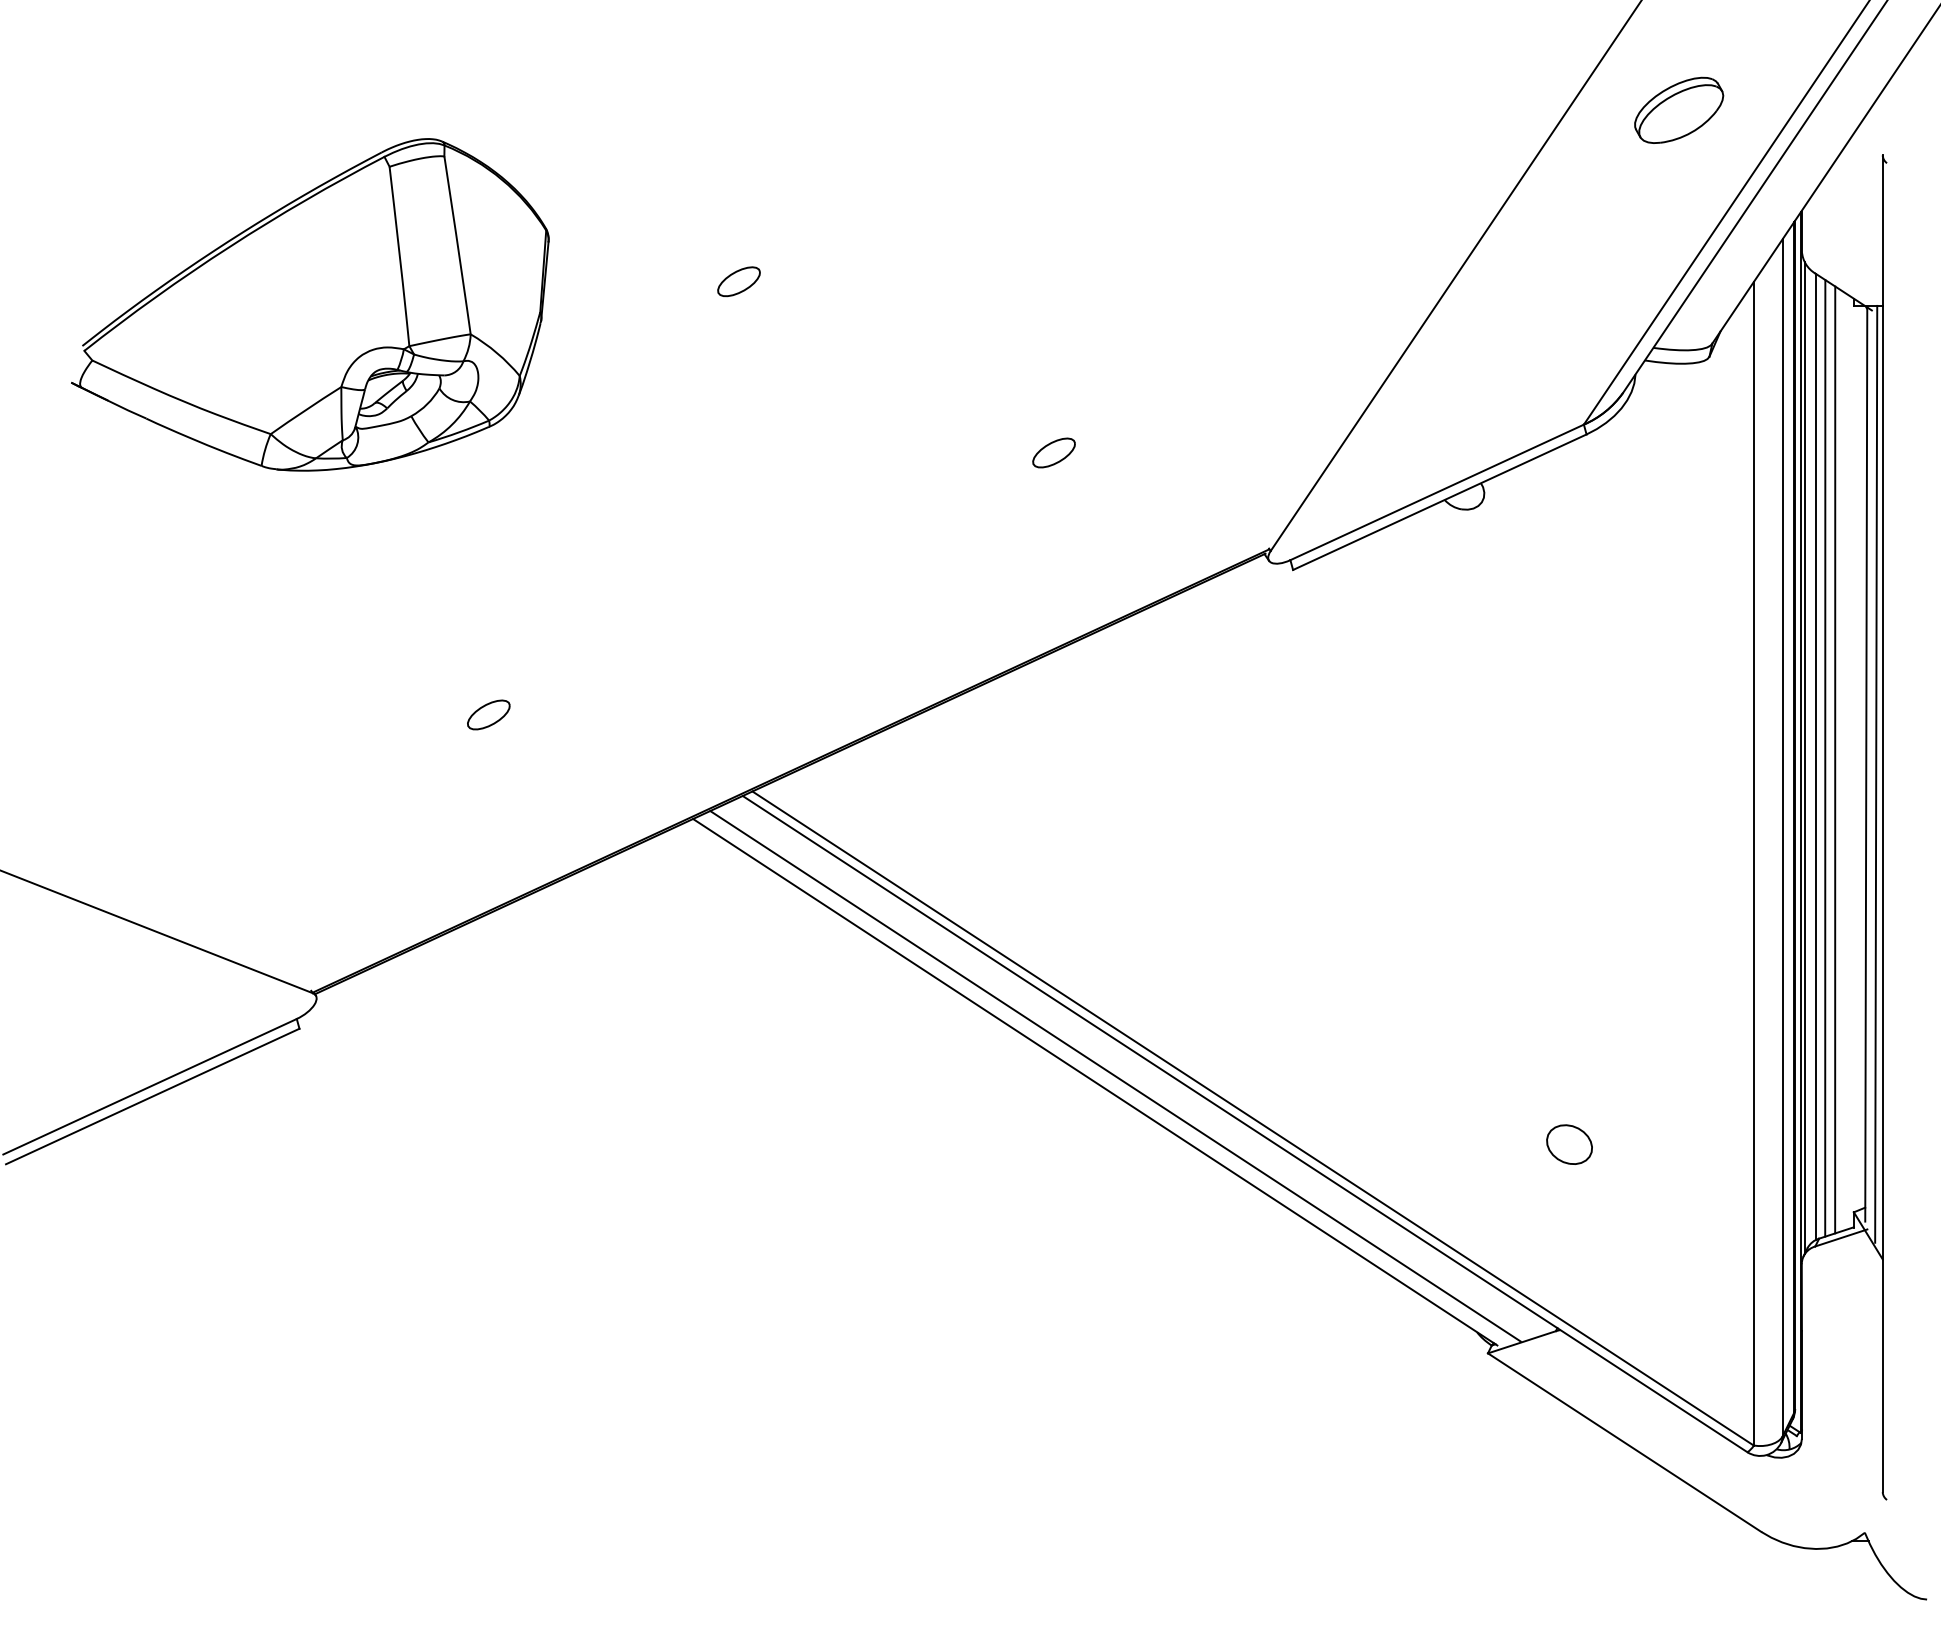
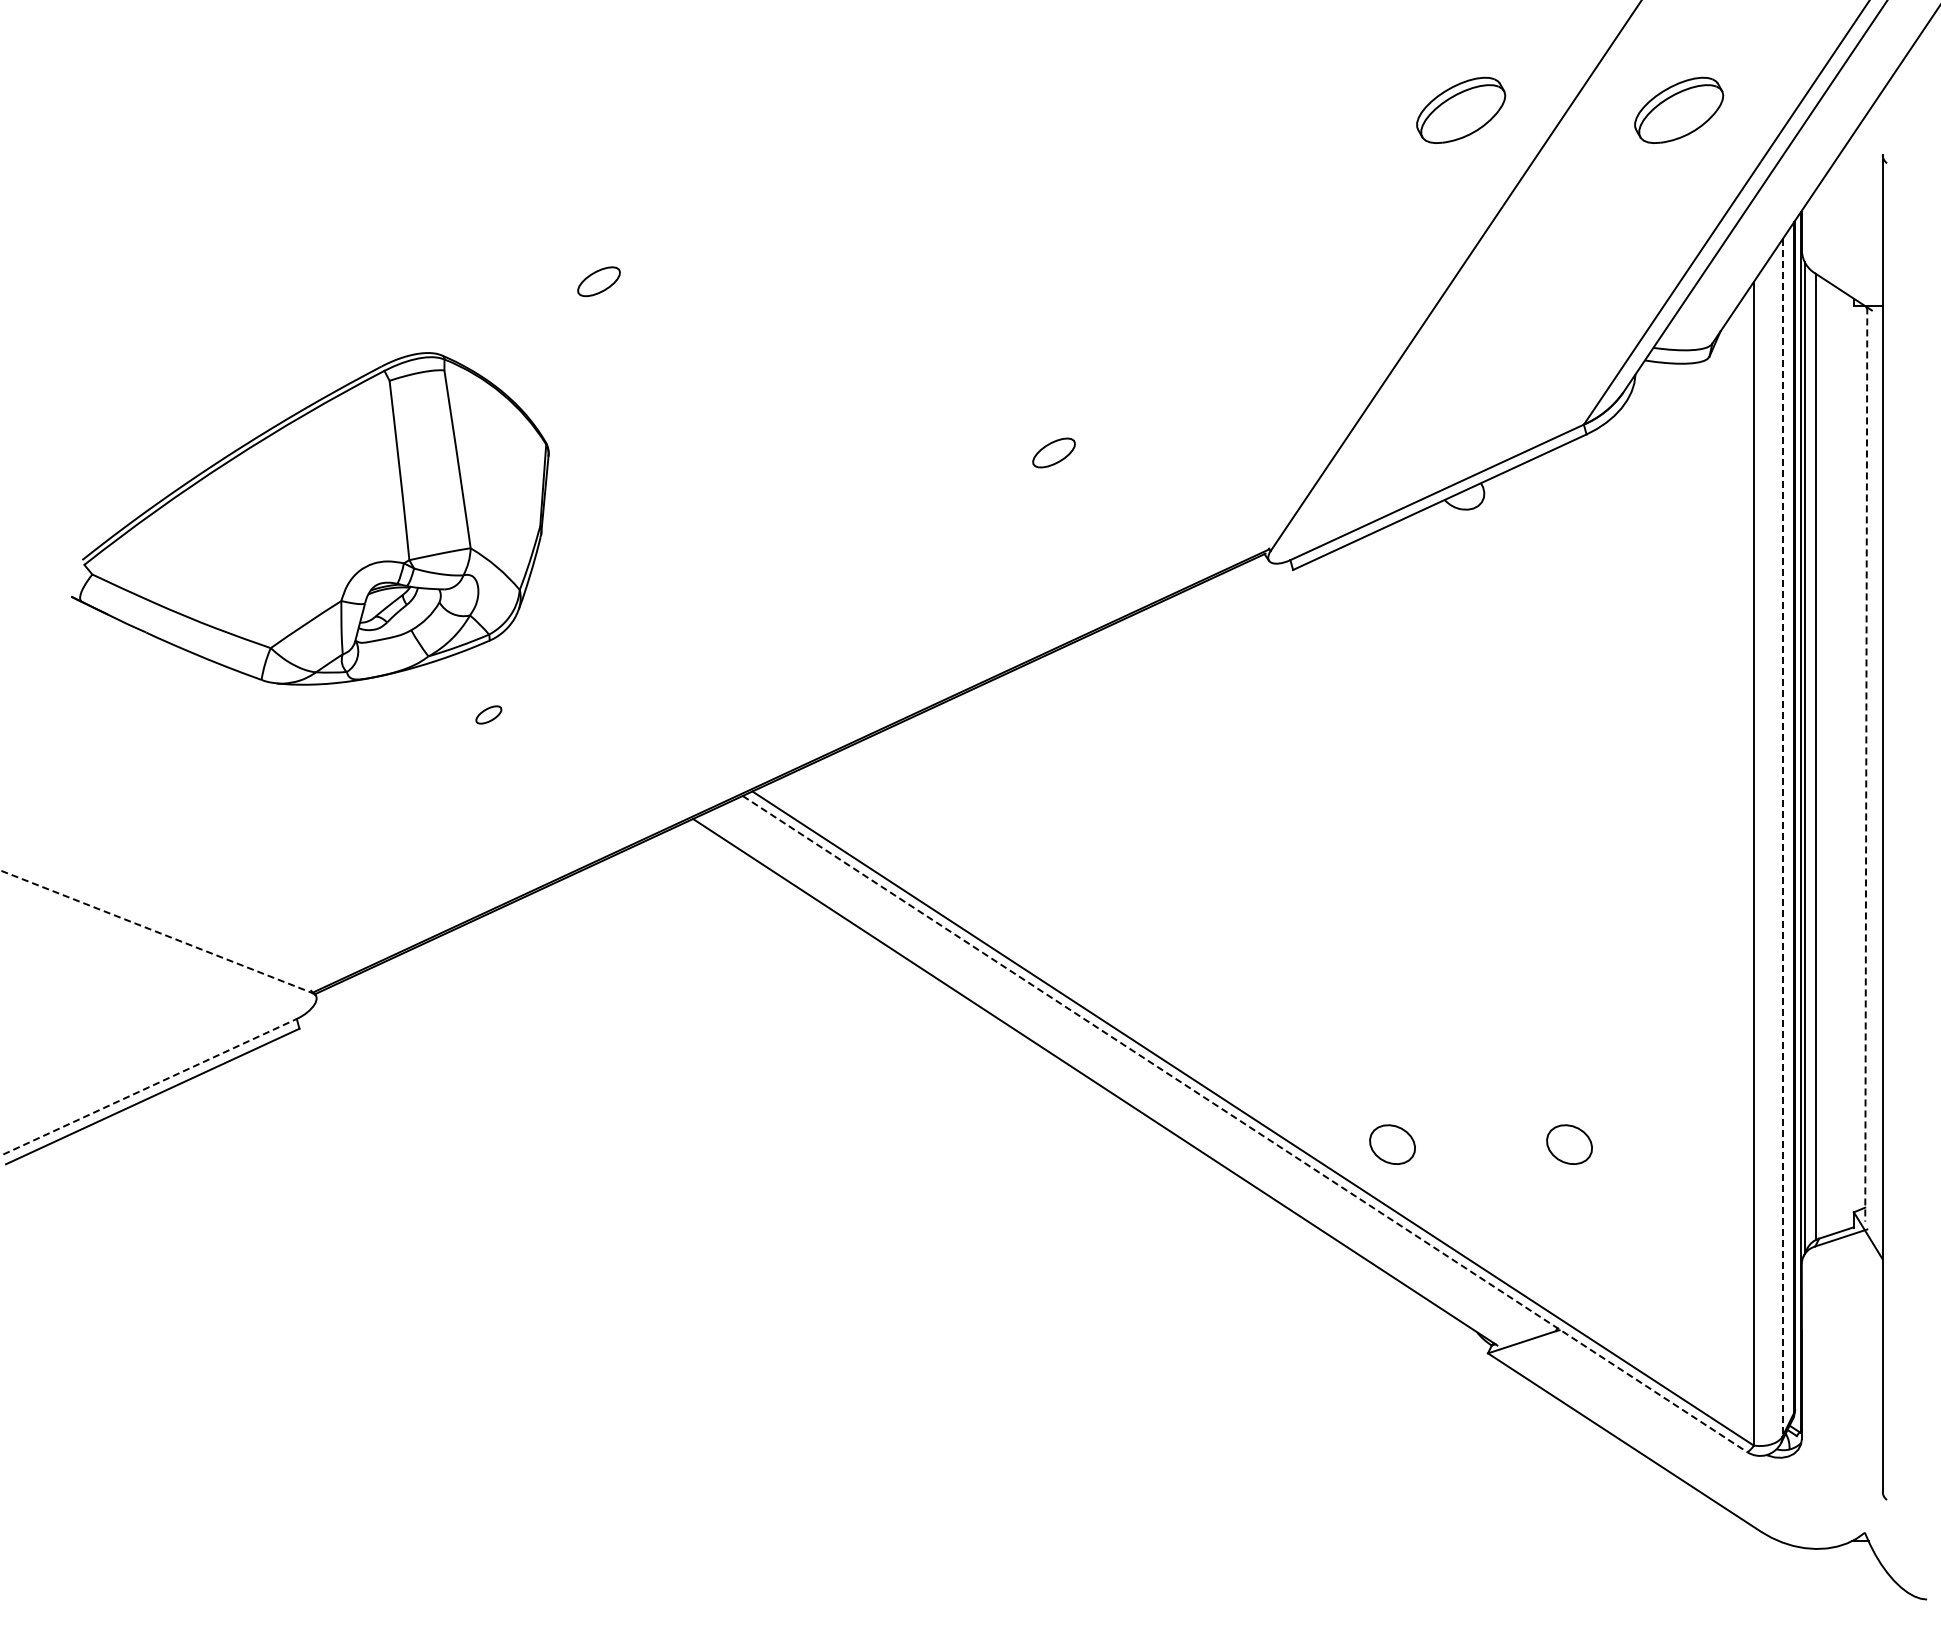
part at (1461, 109): none -> present
part at (738, 281) position: (738, 281) -> (598, 281)
part at (310, 304) position: (310, 304) -> (310, 518)
part at (488, 714) size: 44x32 px -> 28x20 px
line at (1825, 758): present -> none
line at (1835, 759): present -> none
line at (1866, 765): solid -> dashed
line at (1876, 773): present -> none
line at (1782, 837): solid -> dashed
line at (156, 931): solid -> dashed
line at (1115, 1076): present -> none
line at (150, 1086): solid -> dashed
line at (1245, 1124): solid -> dashed
part at (1392, 1144): none -> present
